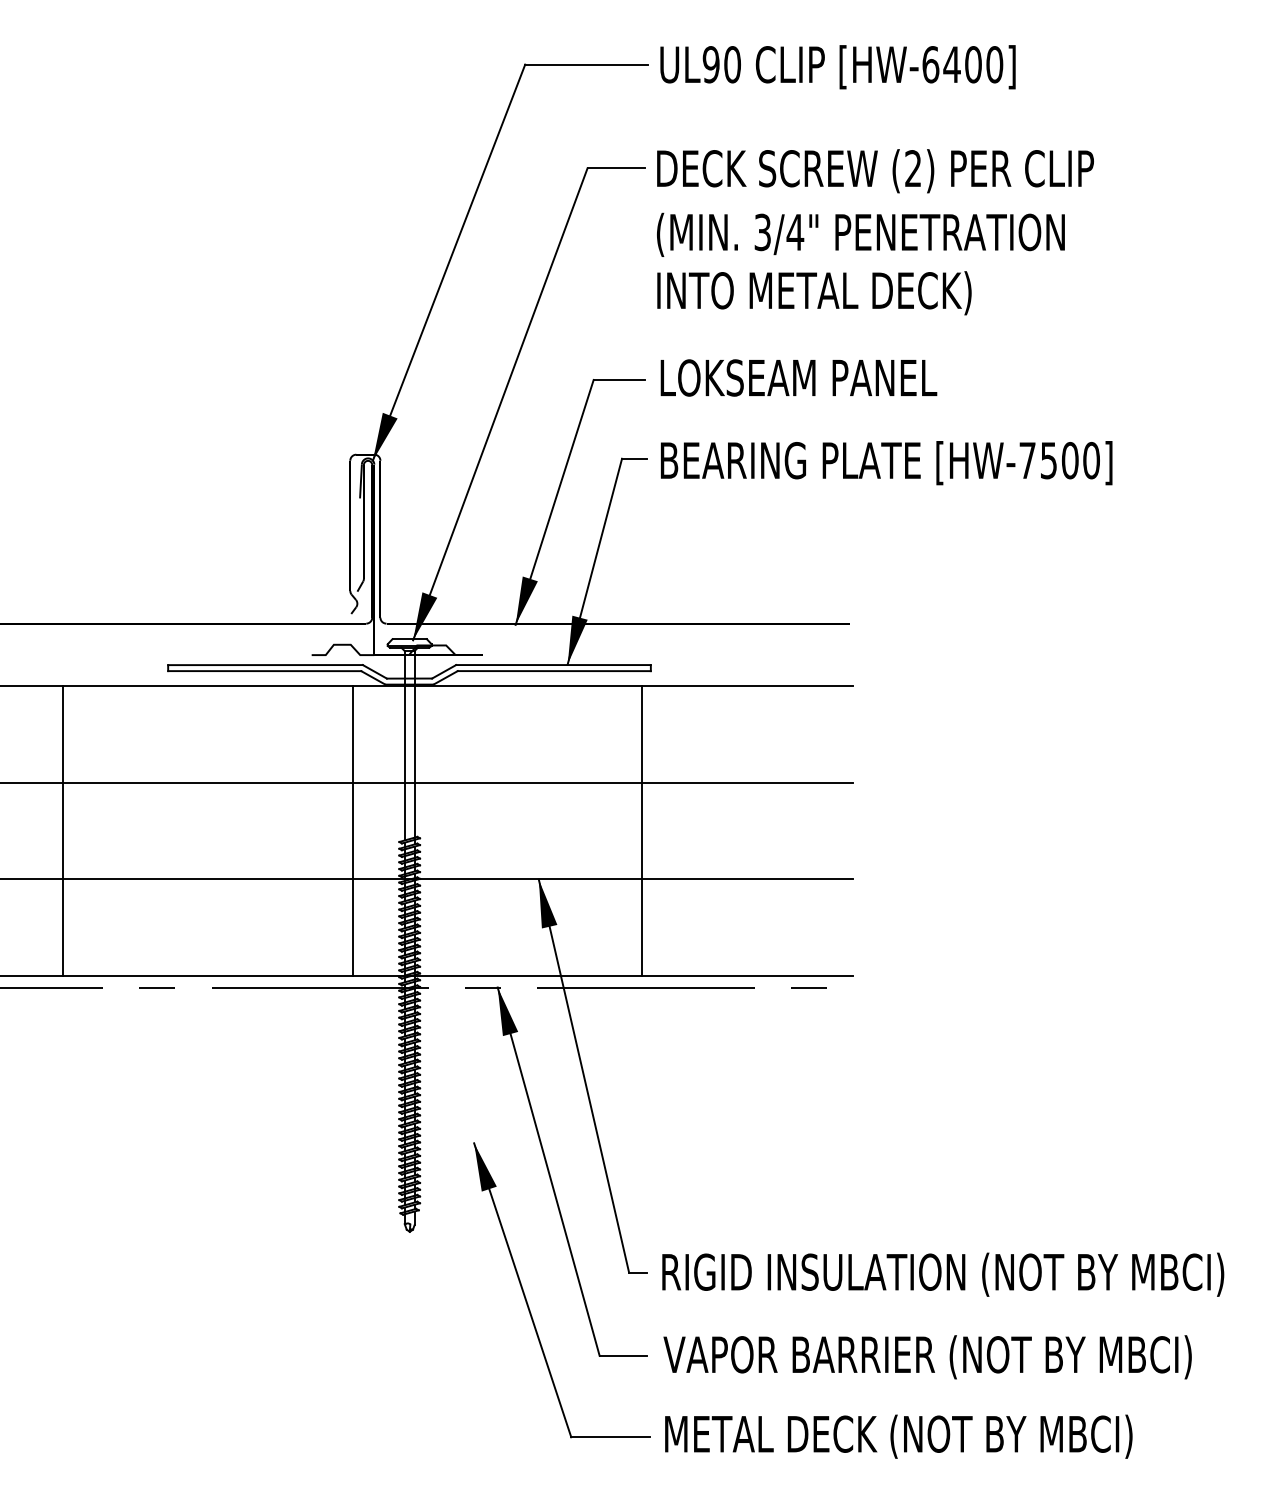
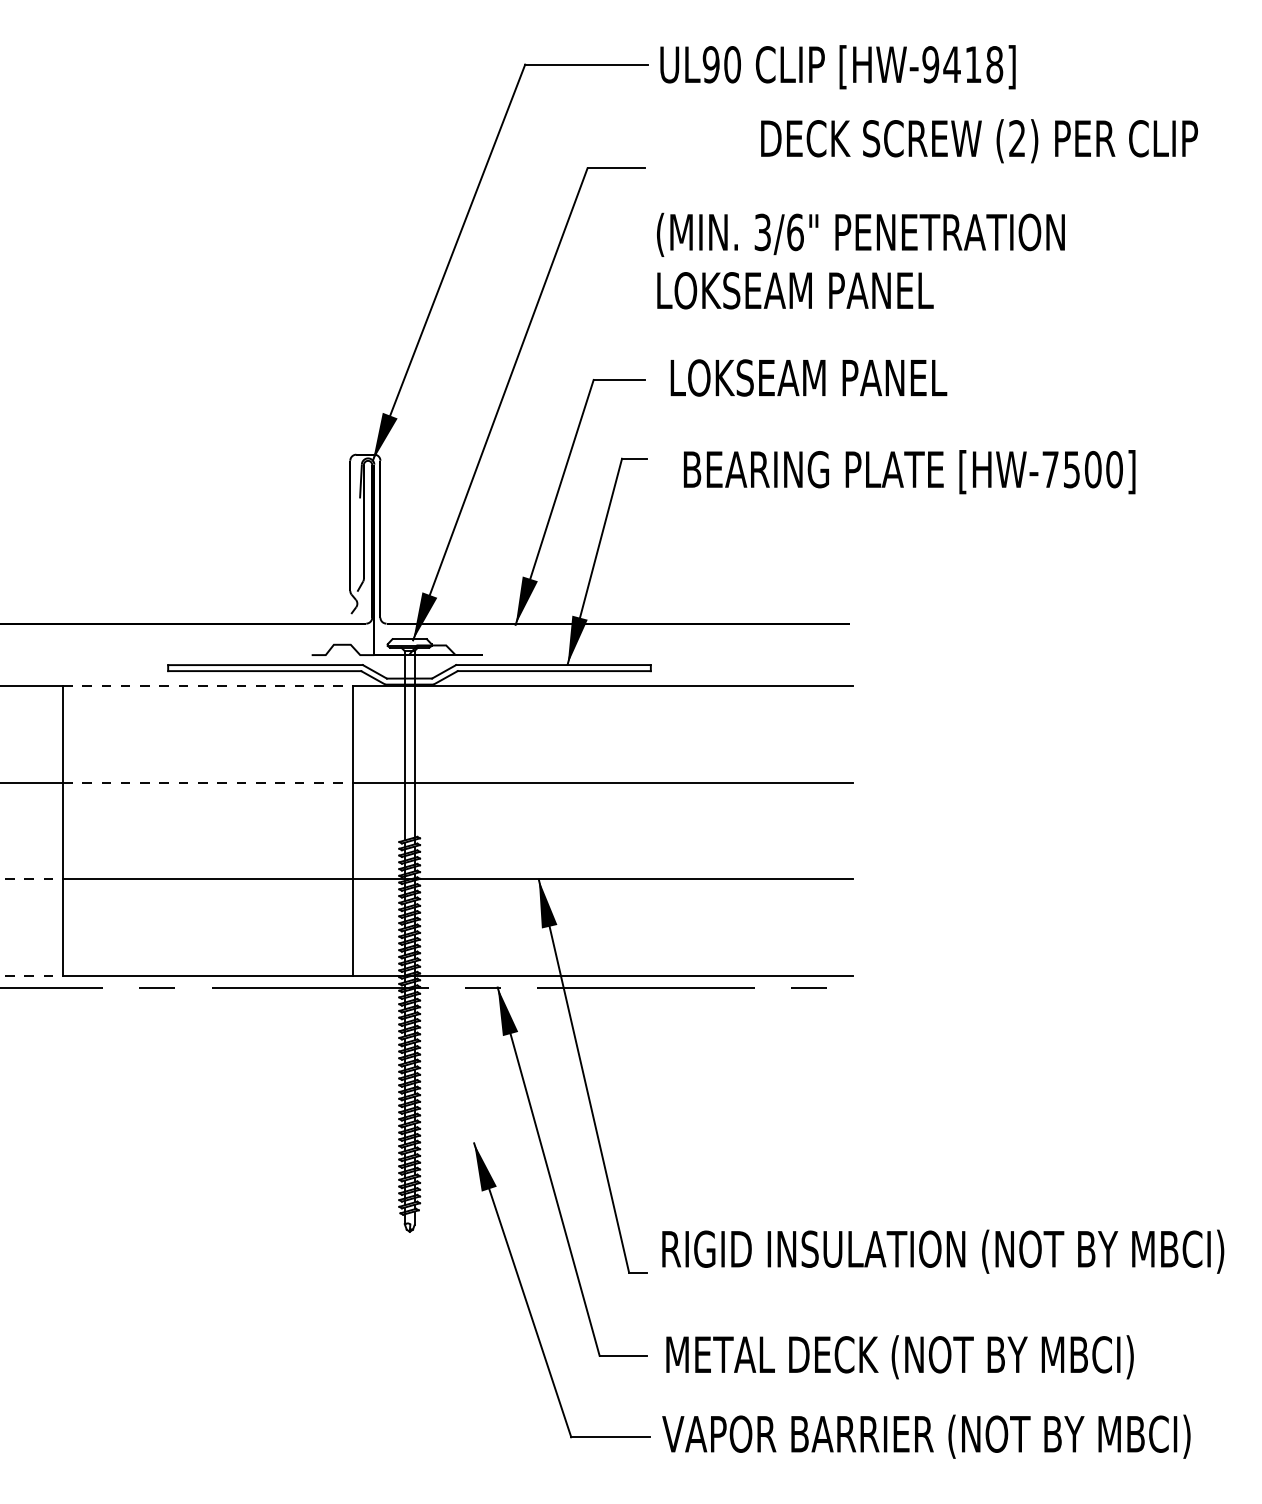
text at (962, 64): [HW-6400] -> [HW-9418]
text at (875, 171) position: (875, 171) -> (979, 141)
text at (795, 232): 3/4" -> 3/6"
text at (815, 293): INTO METAL DECK) -> LOKSEAM PANEL
text at (798, 377) position: (798, 377) -> (808, 377)
text at (886, 463) position: (886, 463) -> (909, 472)
line at (207, 686): solid -> dashed
line at (207, 782): solid -> dashed
line at (642, 830): present -> none
line at (31, 879): solid -> dashed
line at (31, 975): solid -> dashed
text at (943, 1274) position: (943, 1274) -> (943, 1251)
text at (927, 1357): VAPOR BARRIER (NOT BY MBCI) -> METAL DECK (NOT BY MBCI)
text at (926, 1436): METAL DECK (NOT BY MBCI) -> VAPOR BARRIER (NOT BY MBCI)
